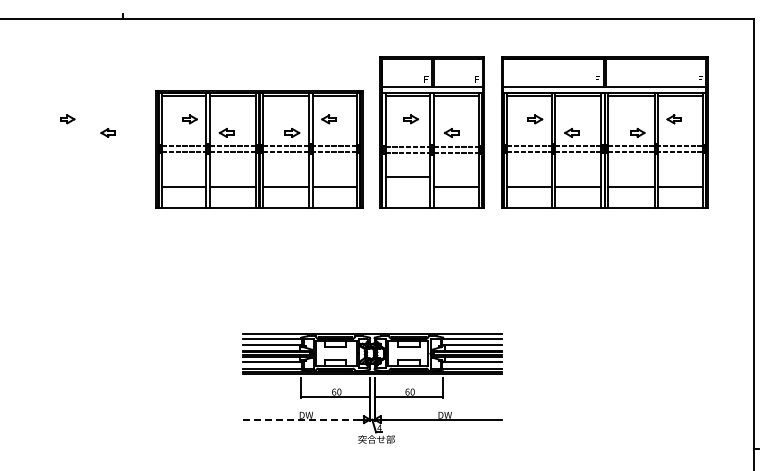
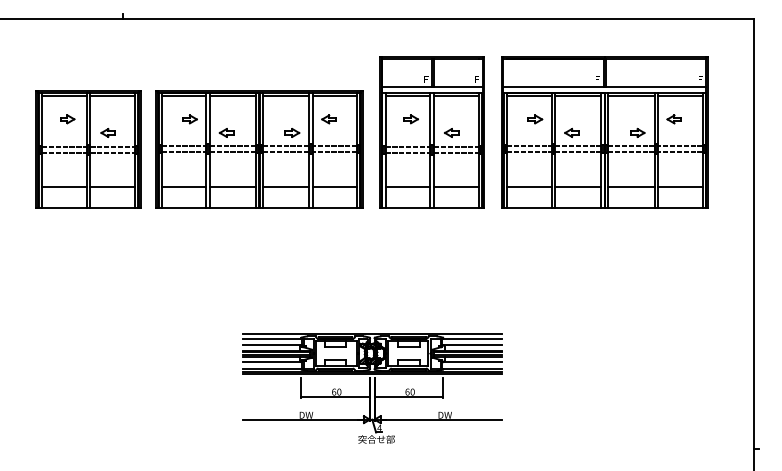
part at (88, 149): none -> present
line at (407, 176) position: (407, 176) -> (407, 186)
line at (303, 419): dashed -> solid
